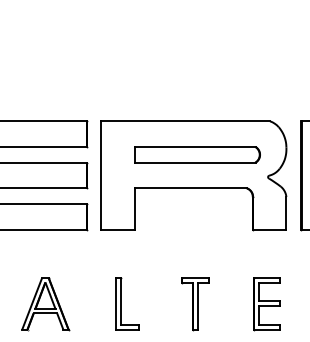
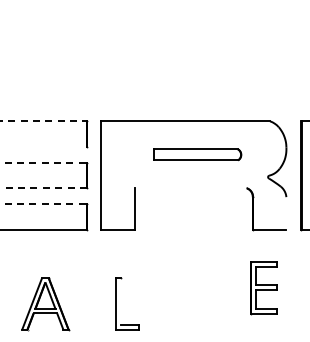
line at (43, 121): solid -> dashed
line at (44, 146): present -> none
part at (197, 154) size: 127x18 px -> 90x14 px
line at (44, 162): solid -> dashed
line at (43, 188): solid -> dashed
line at (190, 188): present -> none
line at (44, 204): solid -> dashed
line at (286, 213): present -> none
line at (120, 300): present -> none
part at (195, 304): present -> none
part at (266, 304) position: (266, 304) -> (263, 288)
